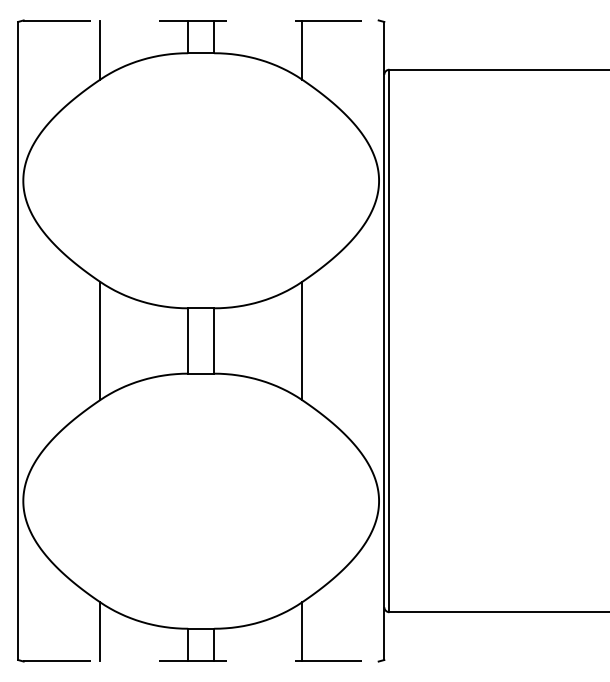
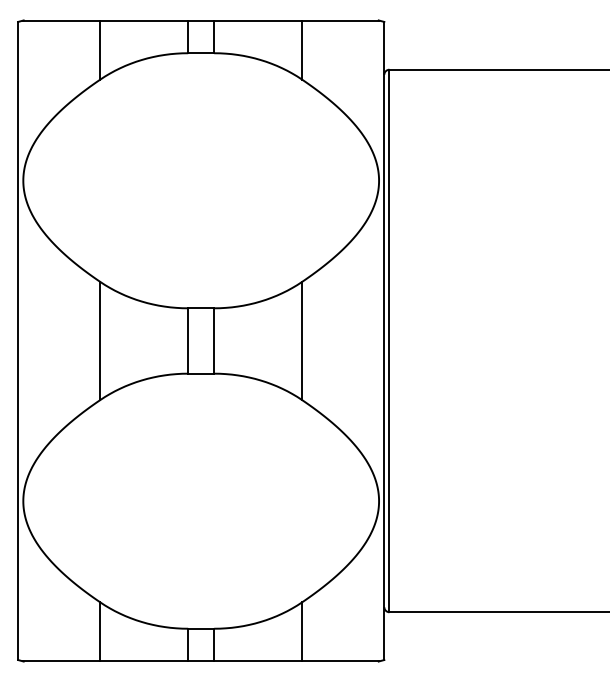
line at (201, 20): dashed -> solid
line at (201, 661): dashed -> solid
